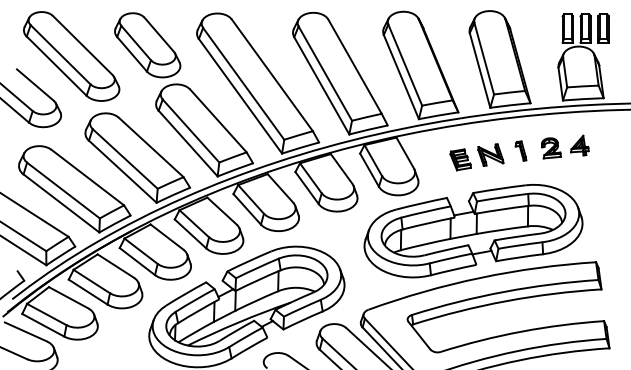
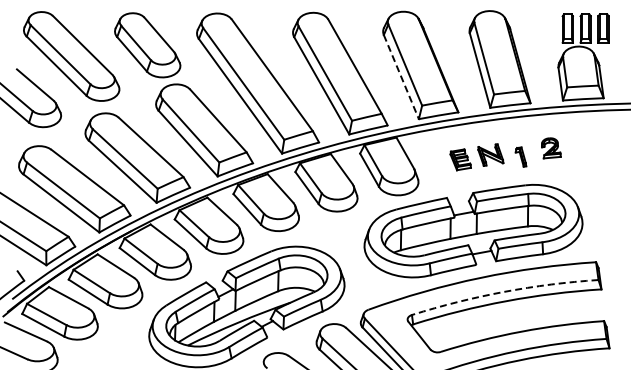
line at (401, 77): solid -> dashed
part at (579, 145): present -> none
part at (520, 150) position: (520, 150) -> (520, 156)
arc at (504, 291): solid -> dashed
